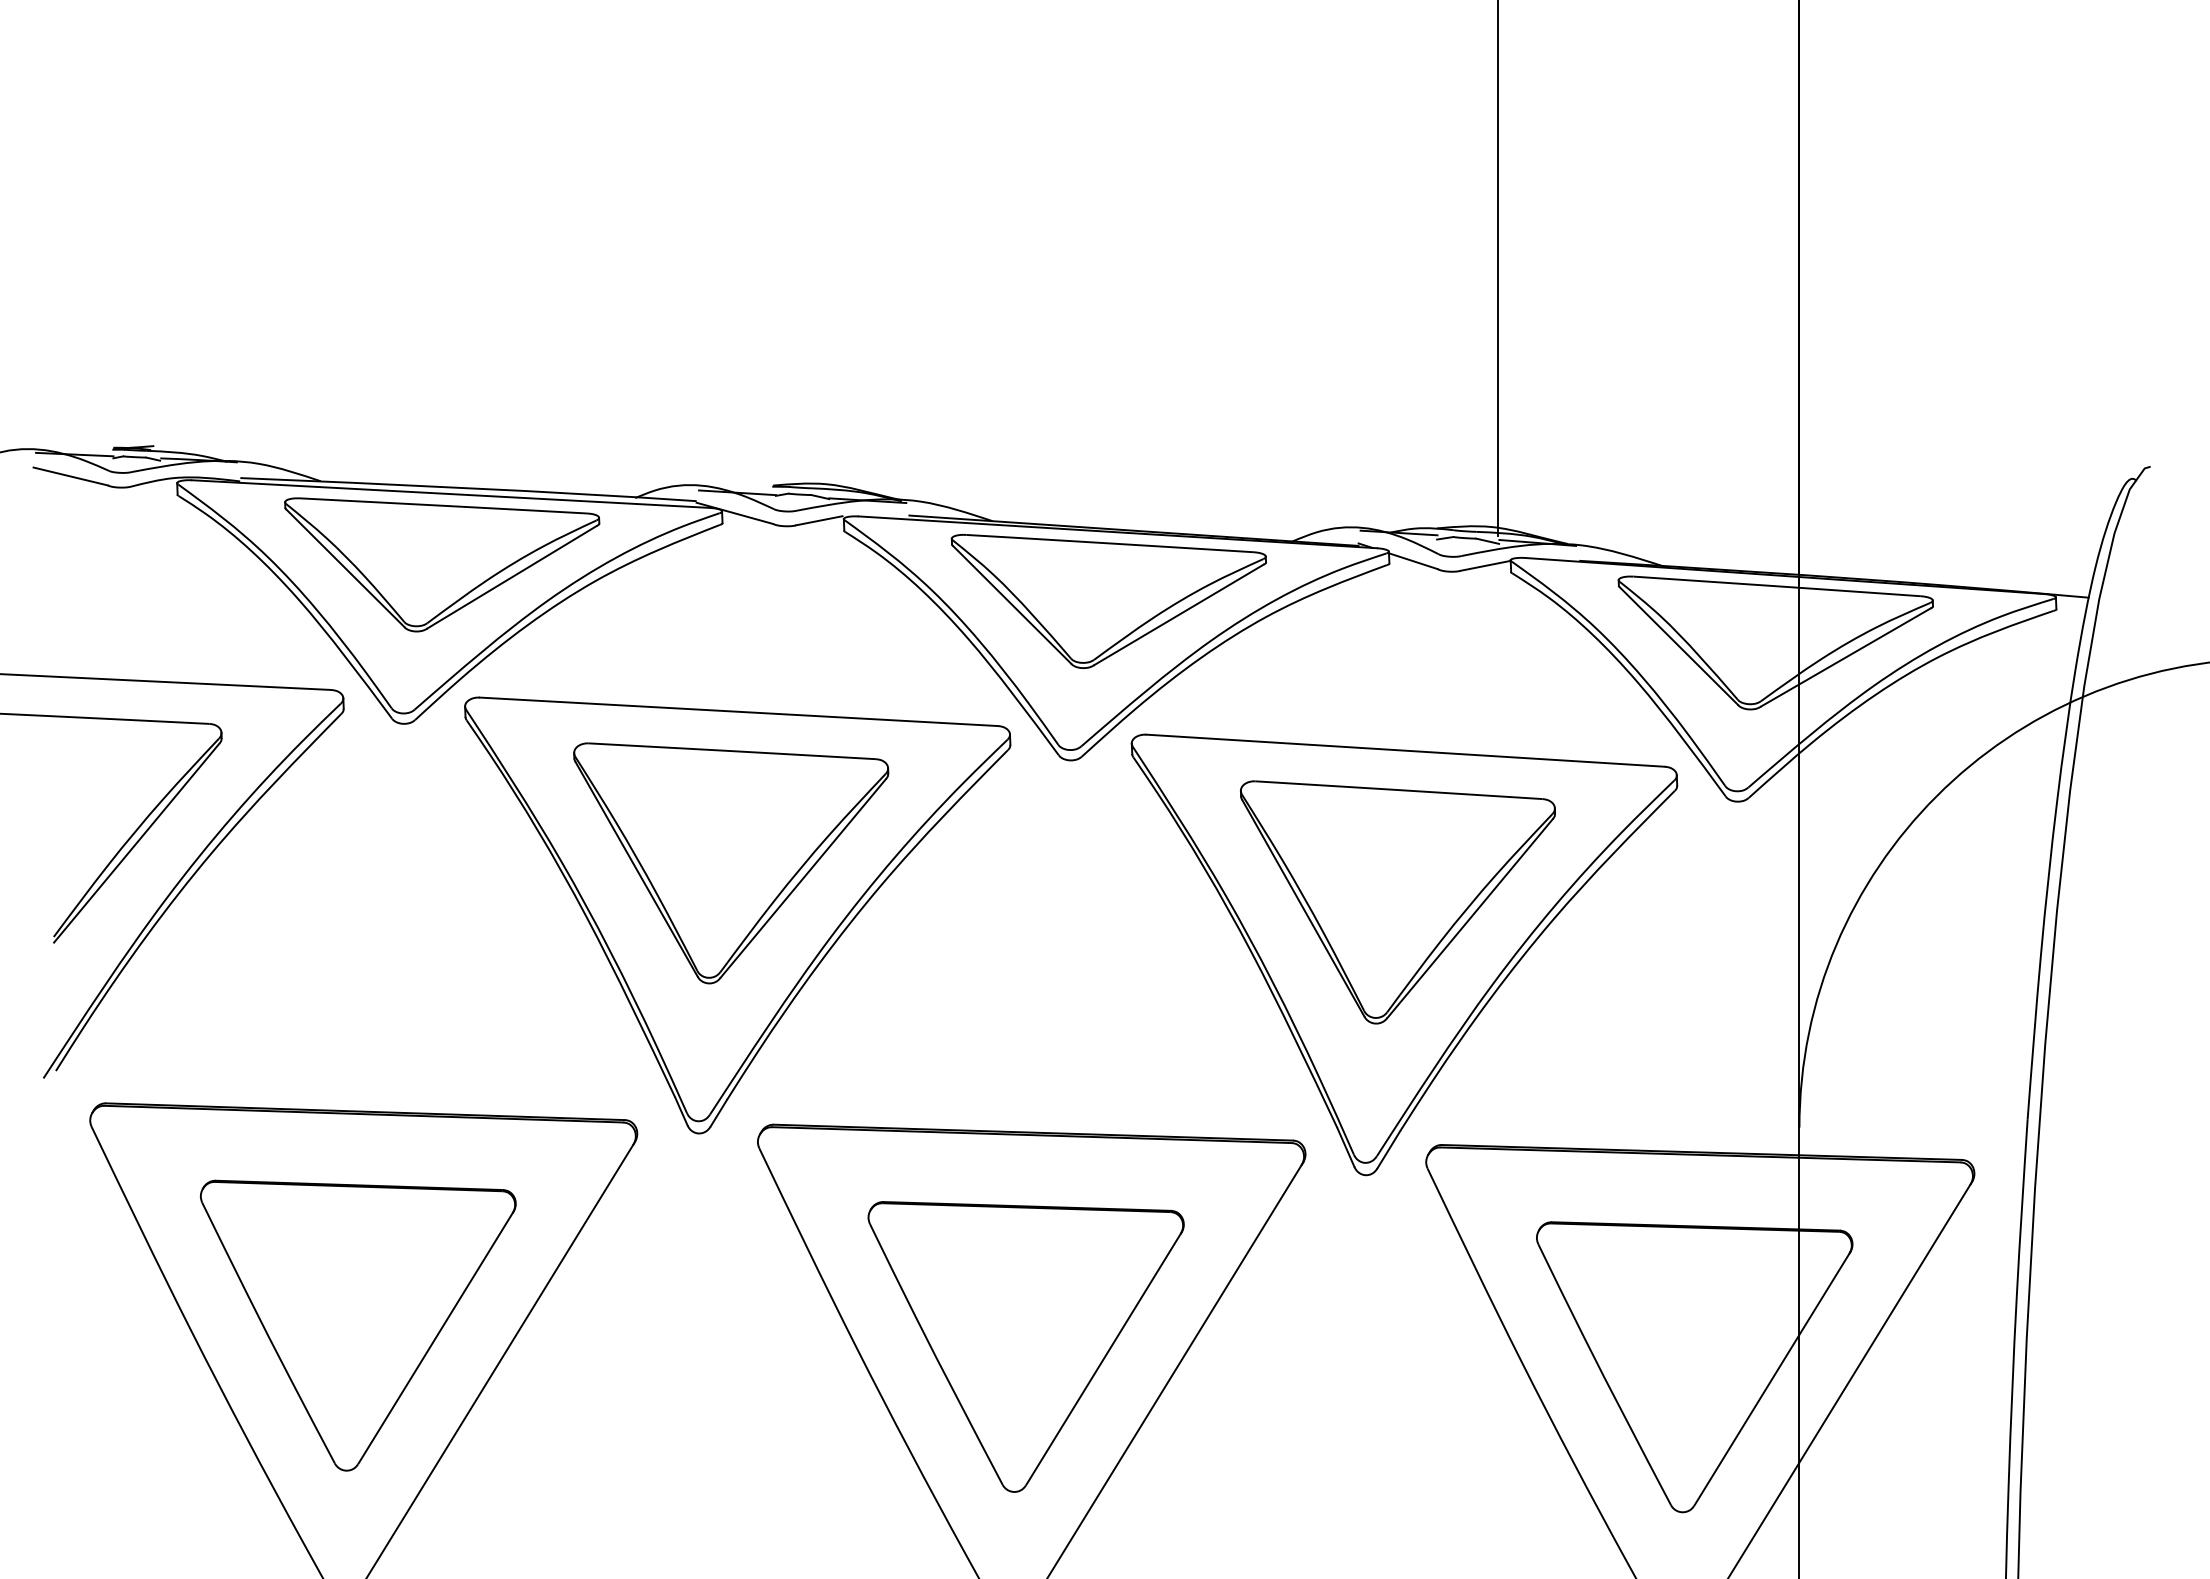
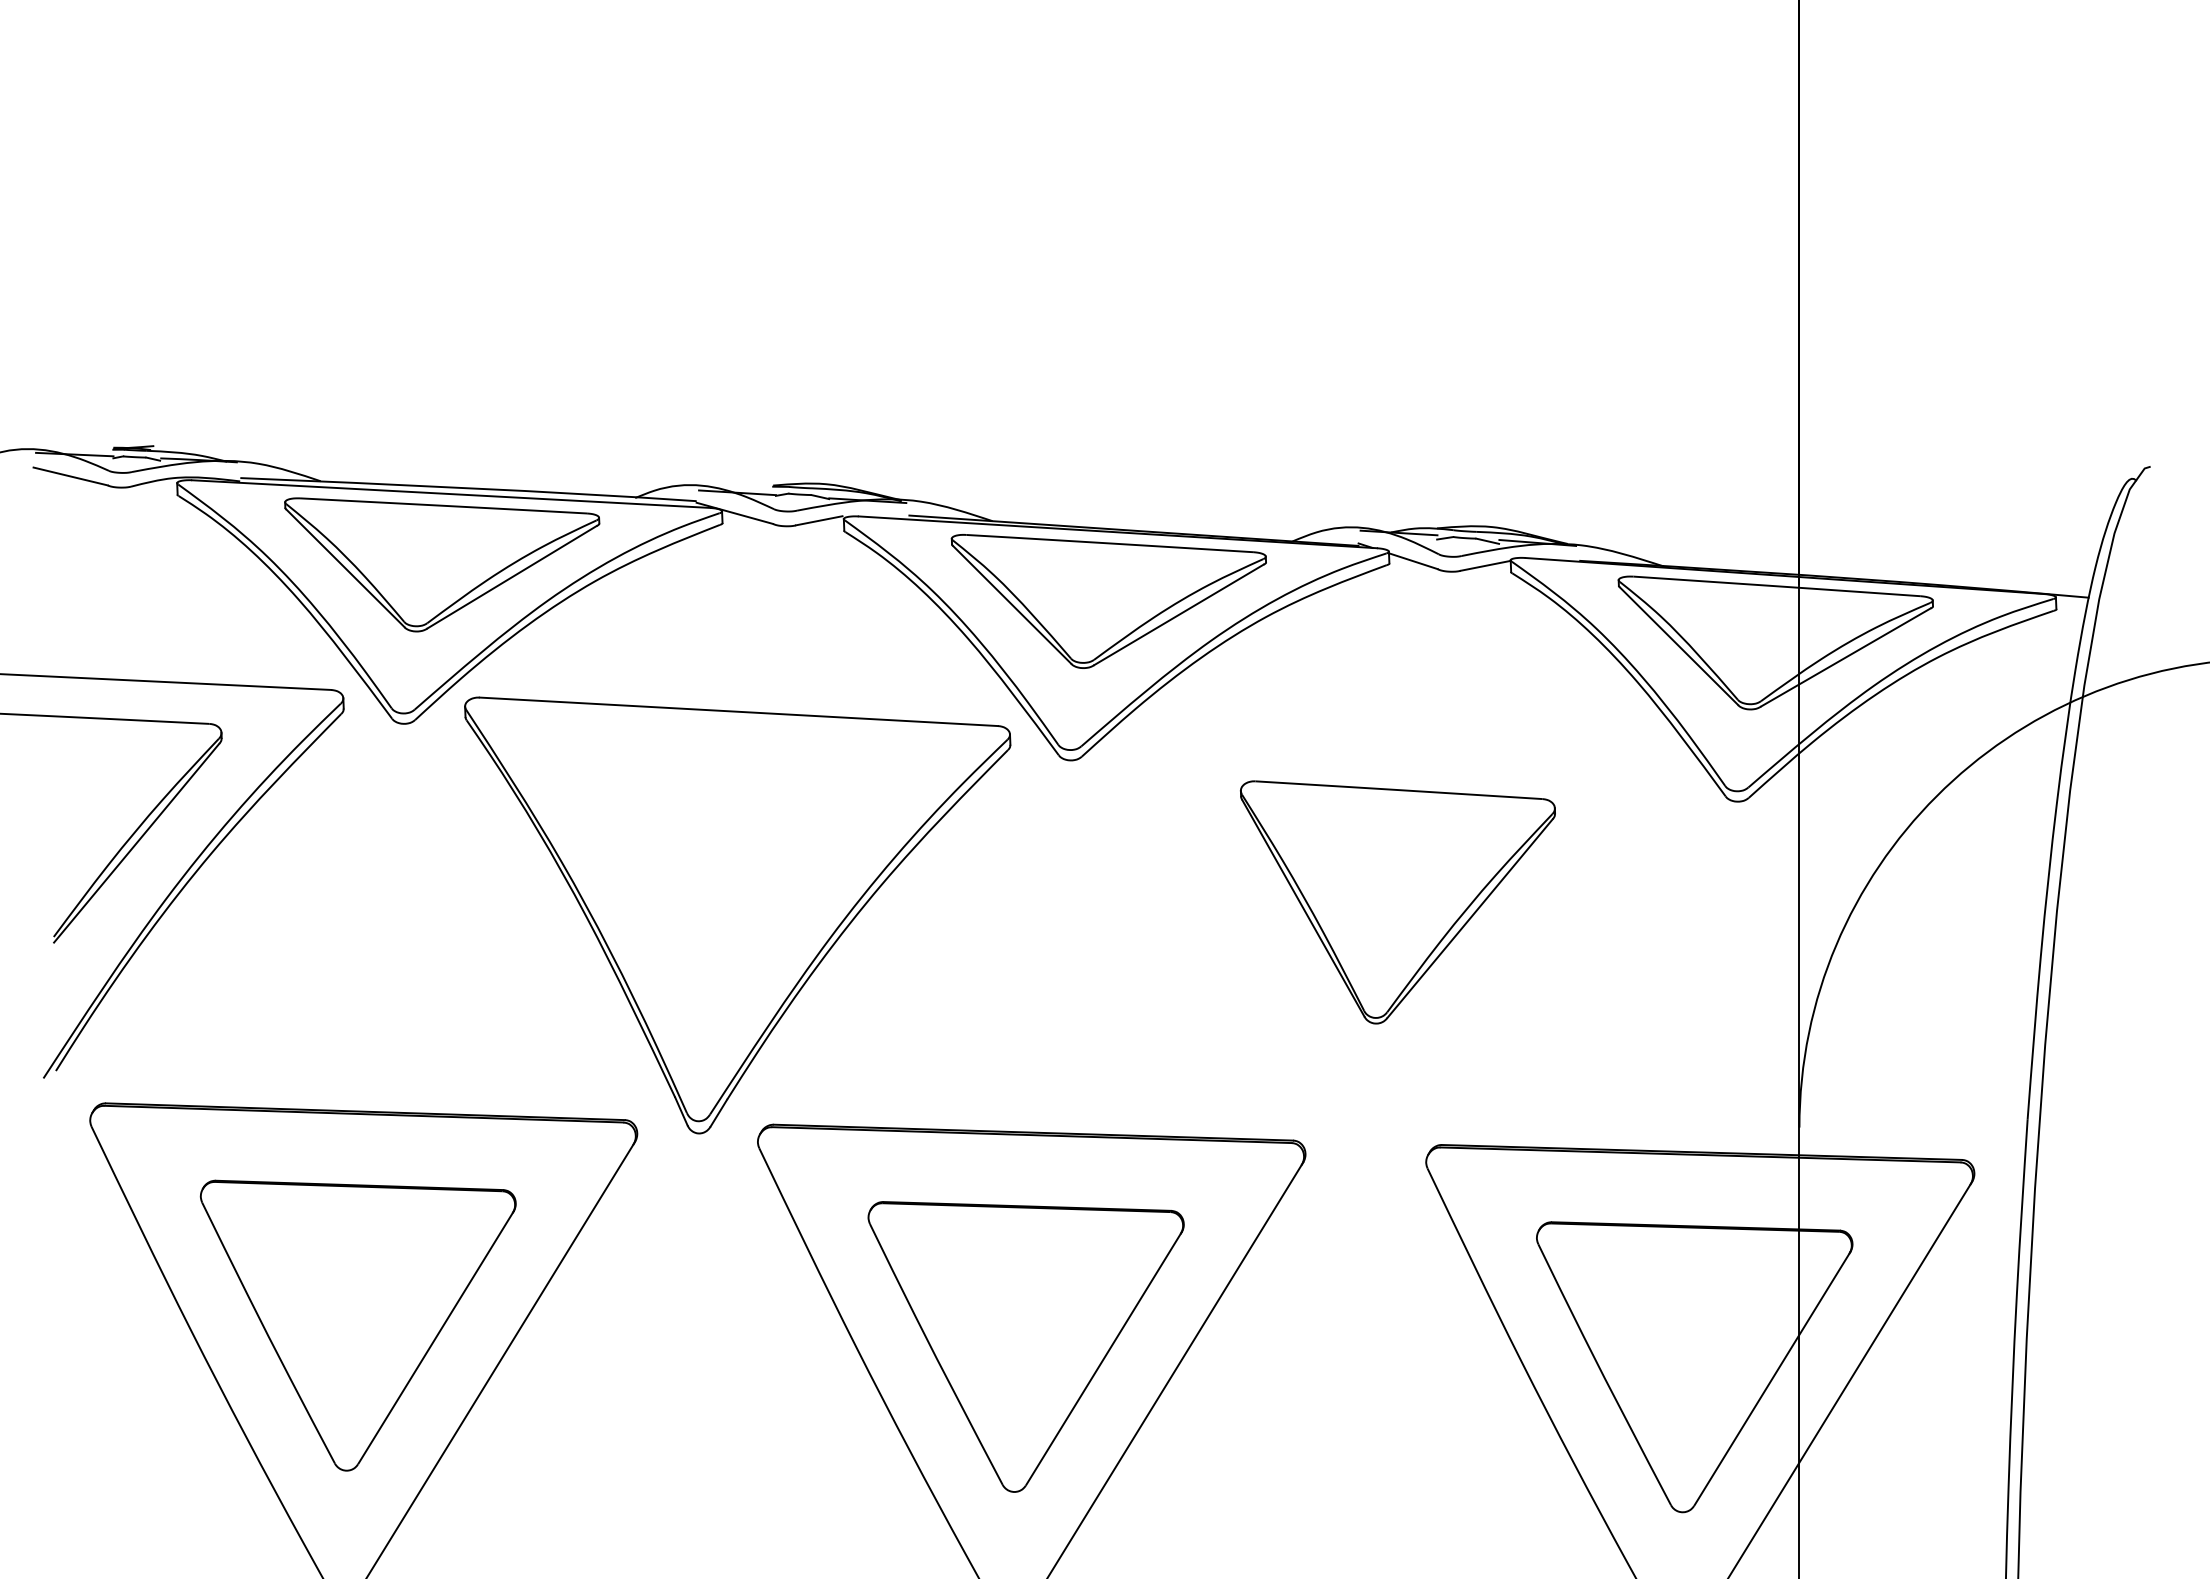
line at (1498, 268): present -> none
part at (731, 863): present -> none
part at (1404, 954): present -> none
